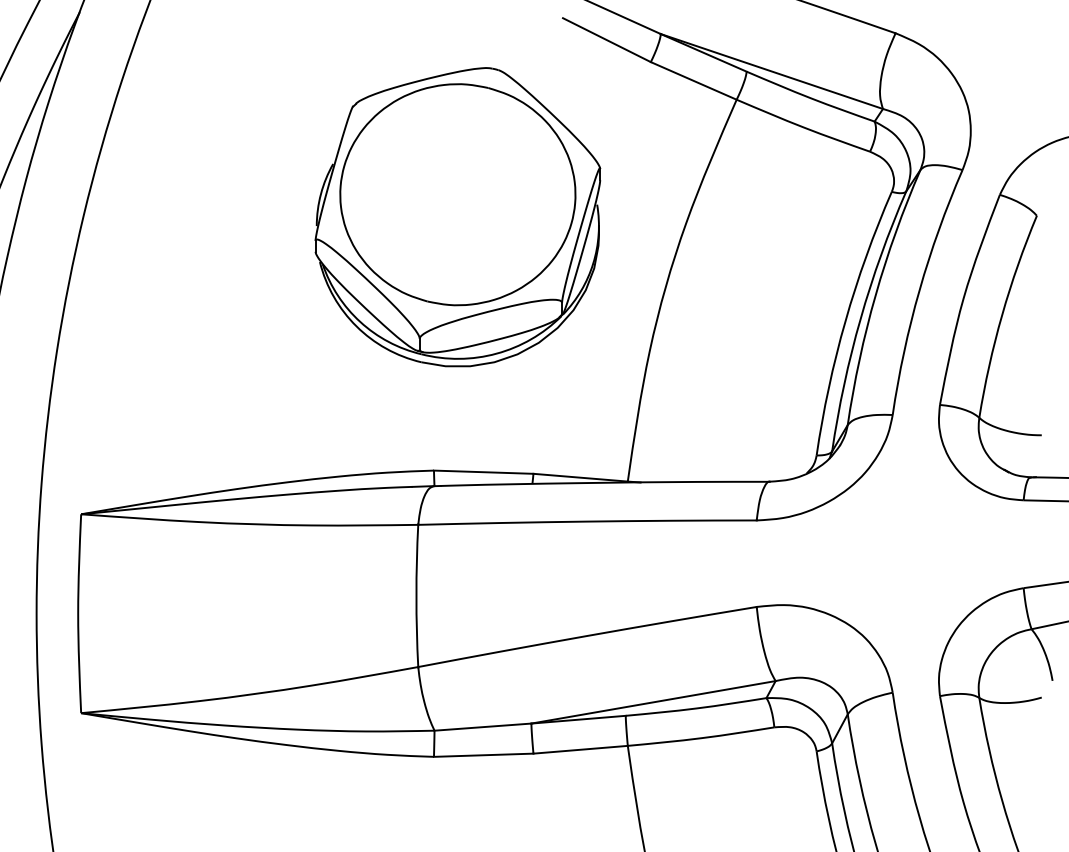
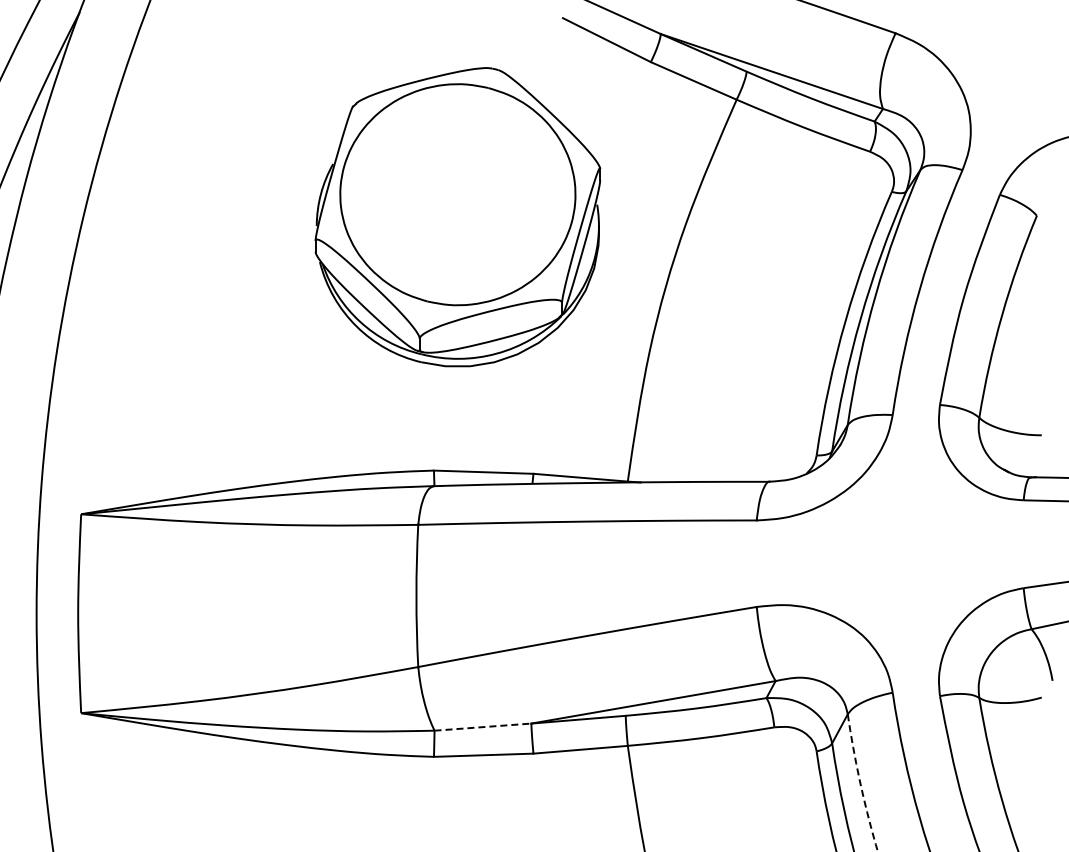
line at (482, 727): solid -> dashed
arc at (860, 783): solid -> dashed
